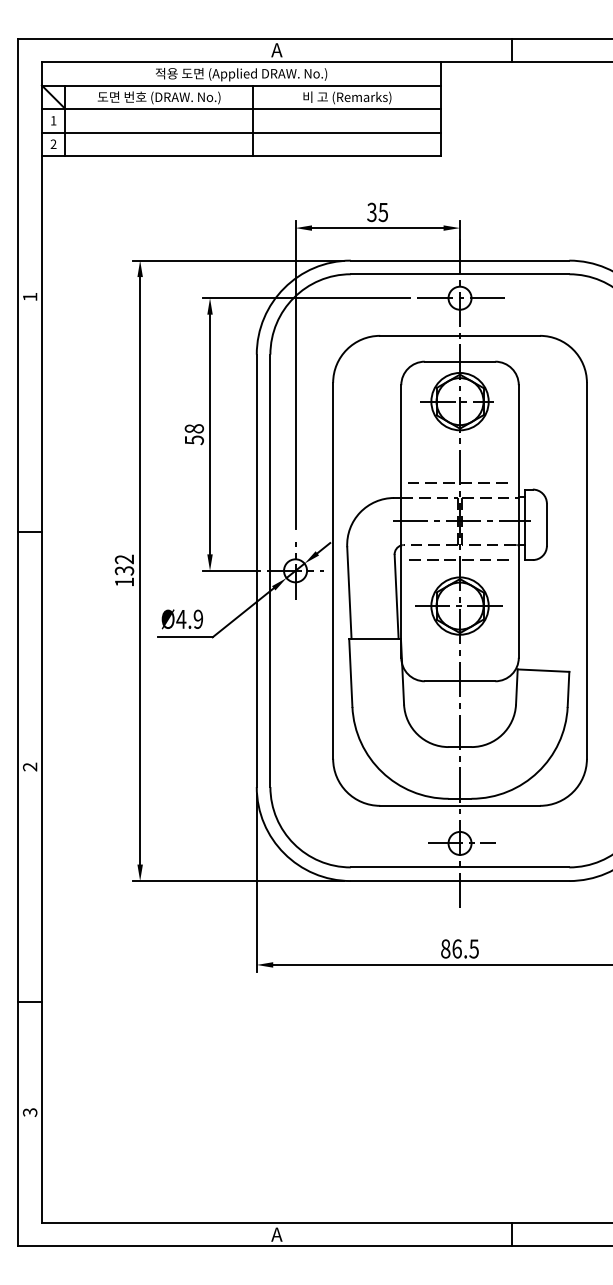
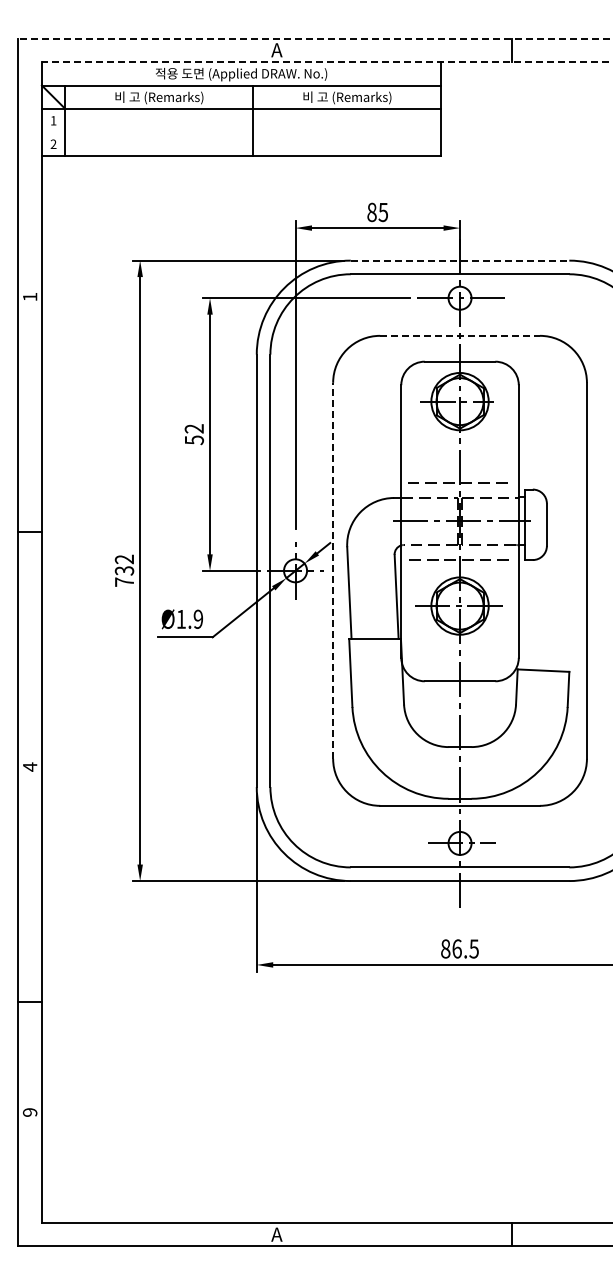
line at (315, 38): solid -> dashed
line at (326, 62): solid -> dashed
text at (158, 97): 도면 번호 (DRAW. No.) -> 비 고 (Remarks)
line at (241, 132): present -> none
text at (371, 211): 35 -> 85
line at (460, 260): solid -> dashed
line at (460, 335): solid -> dashed
text at (194, 428): 58 -> 52
line at (333, 570): solid -> dashed
text at (124, 581): 132 -> 732
text at (181, 619): Ø4.9 -> Ø1.9
text at (29, 766): 2 -> 4
text at (30, 1112): 3 -> 9
